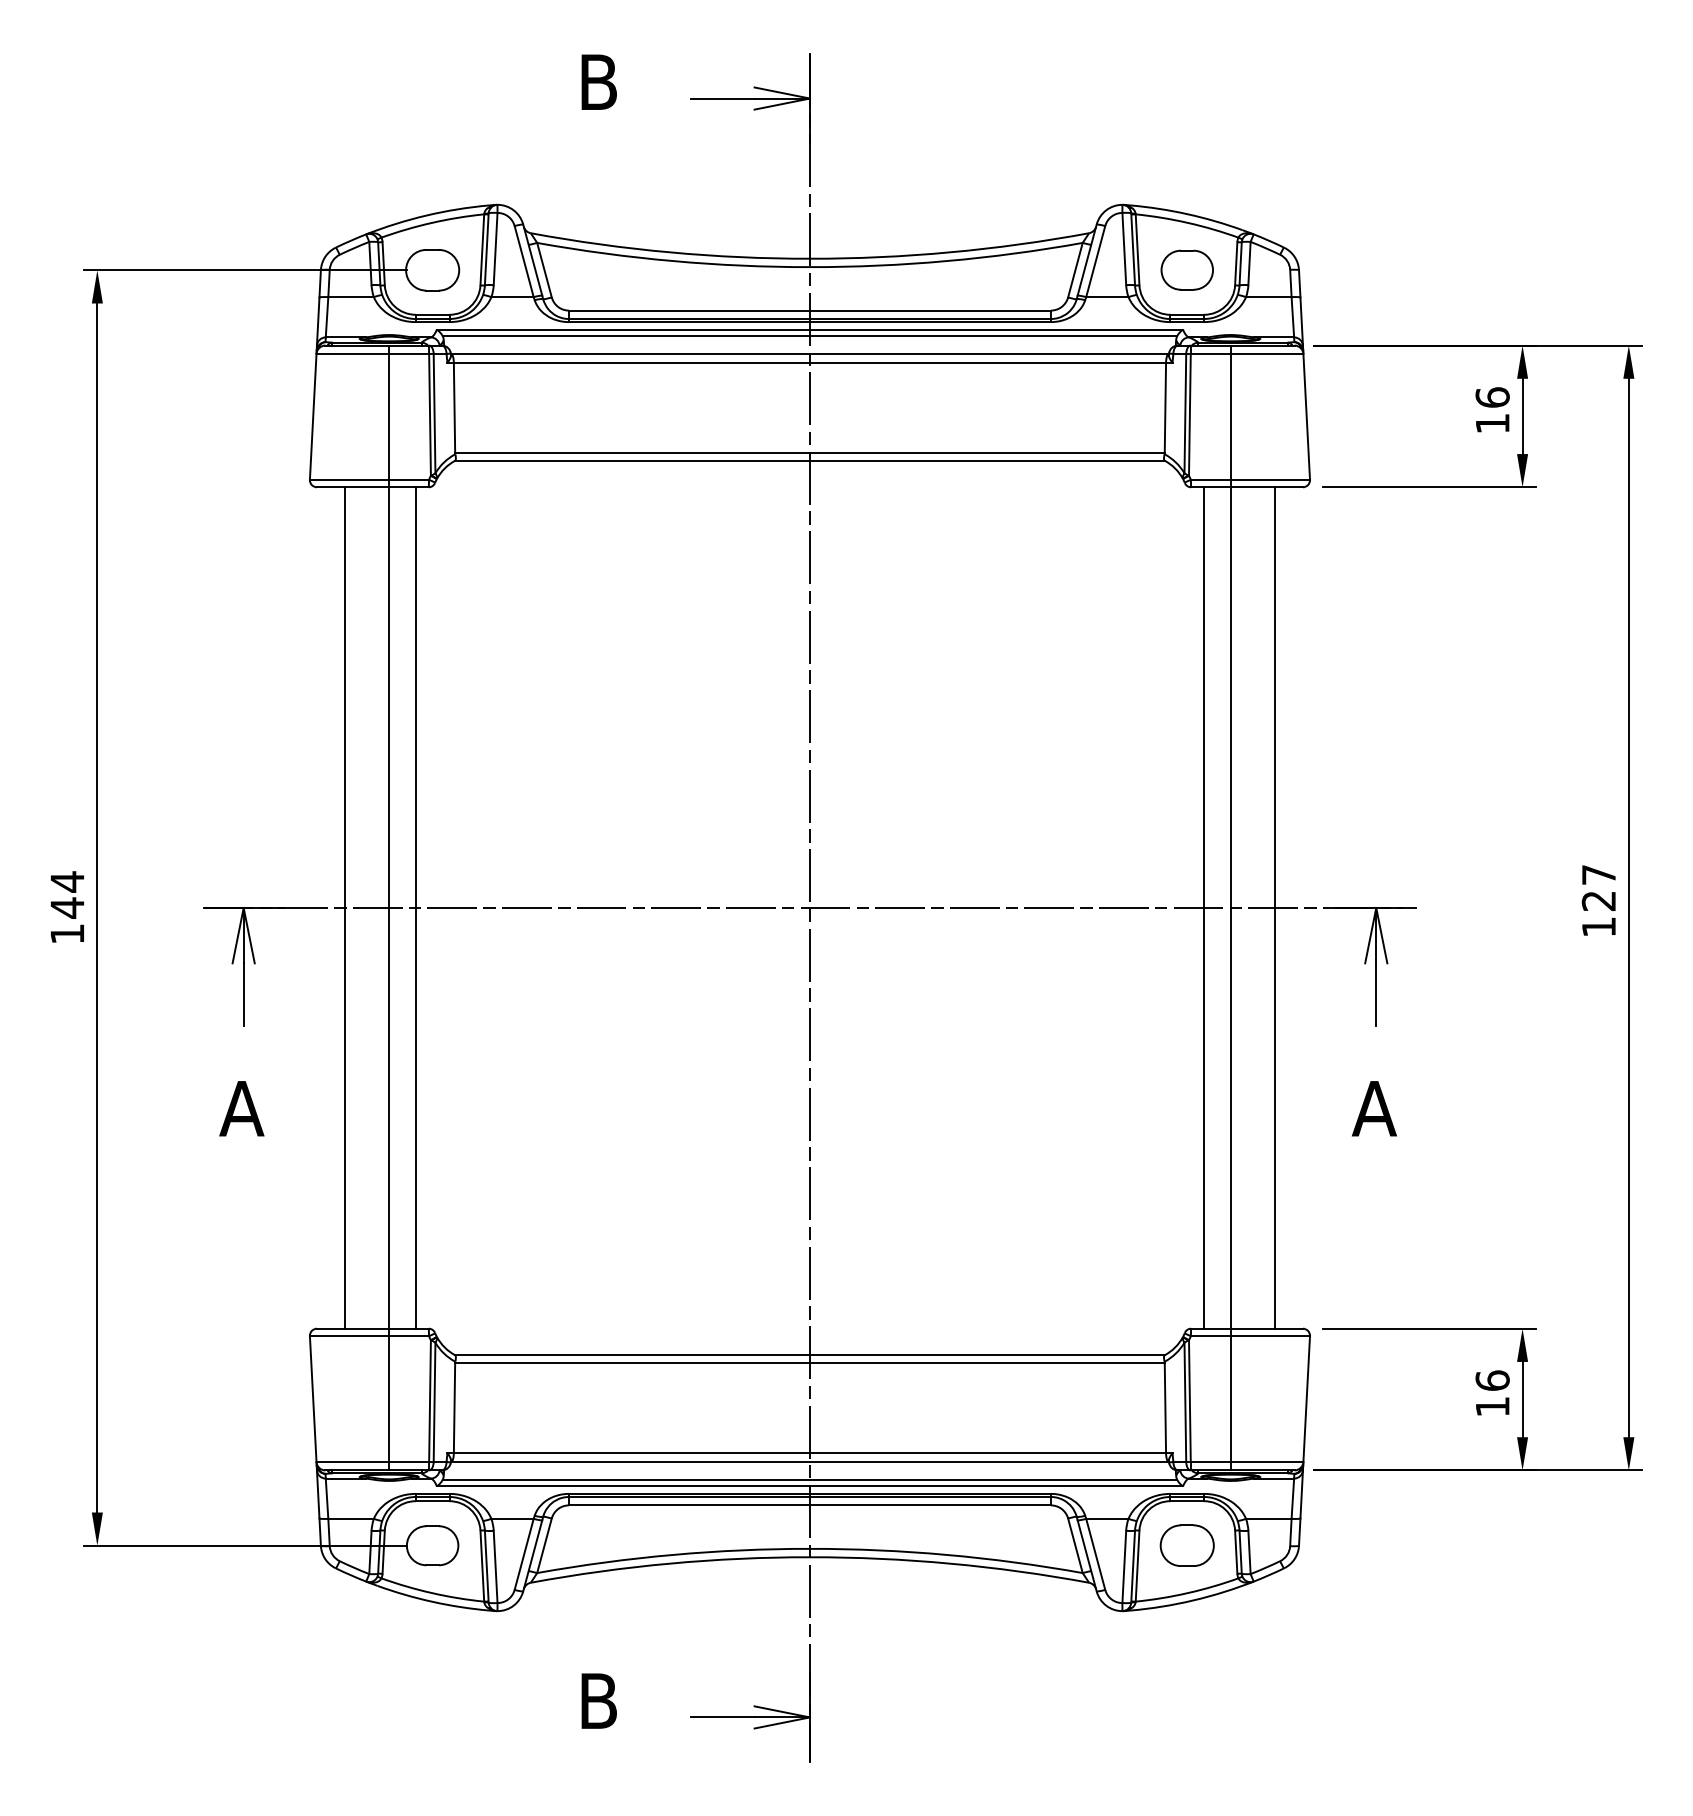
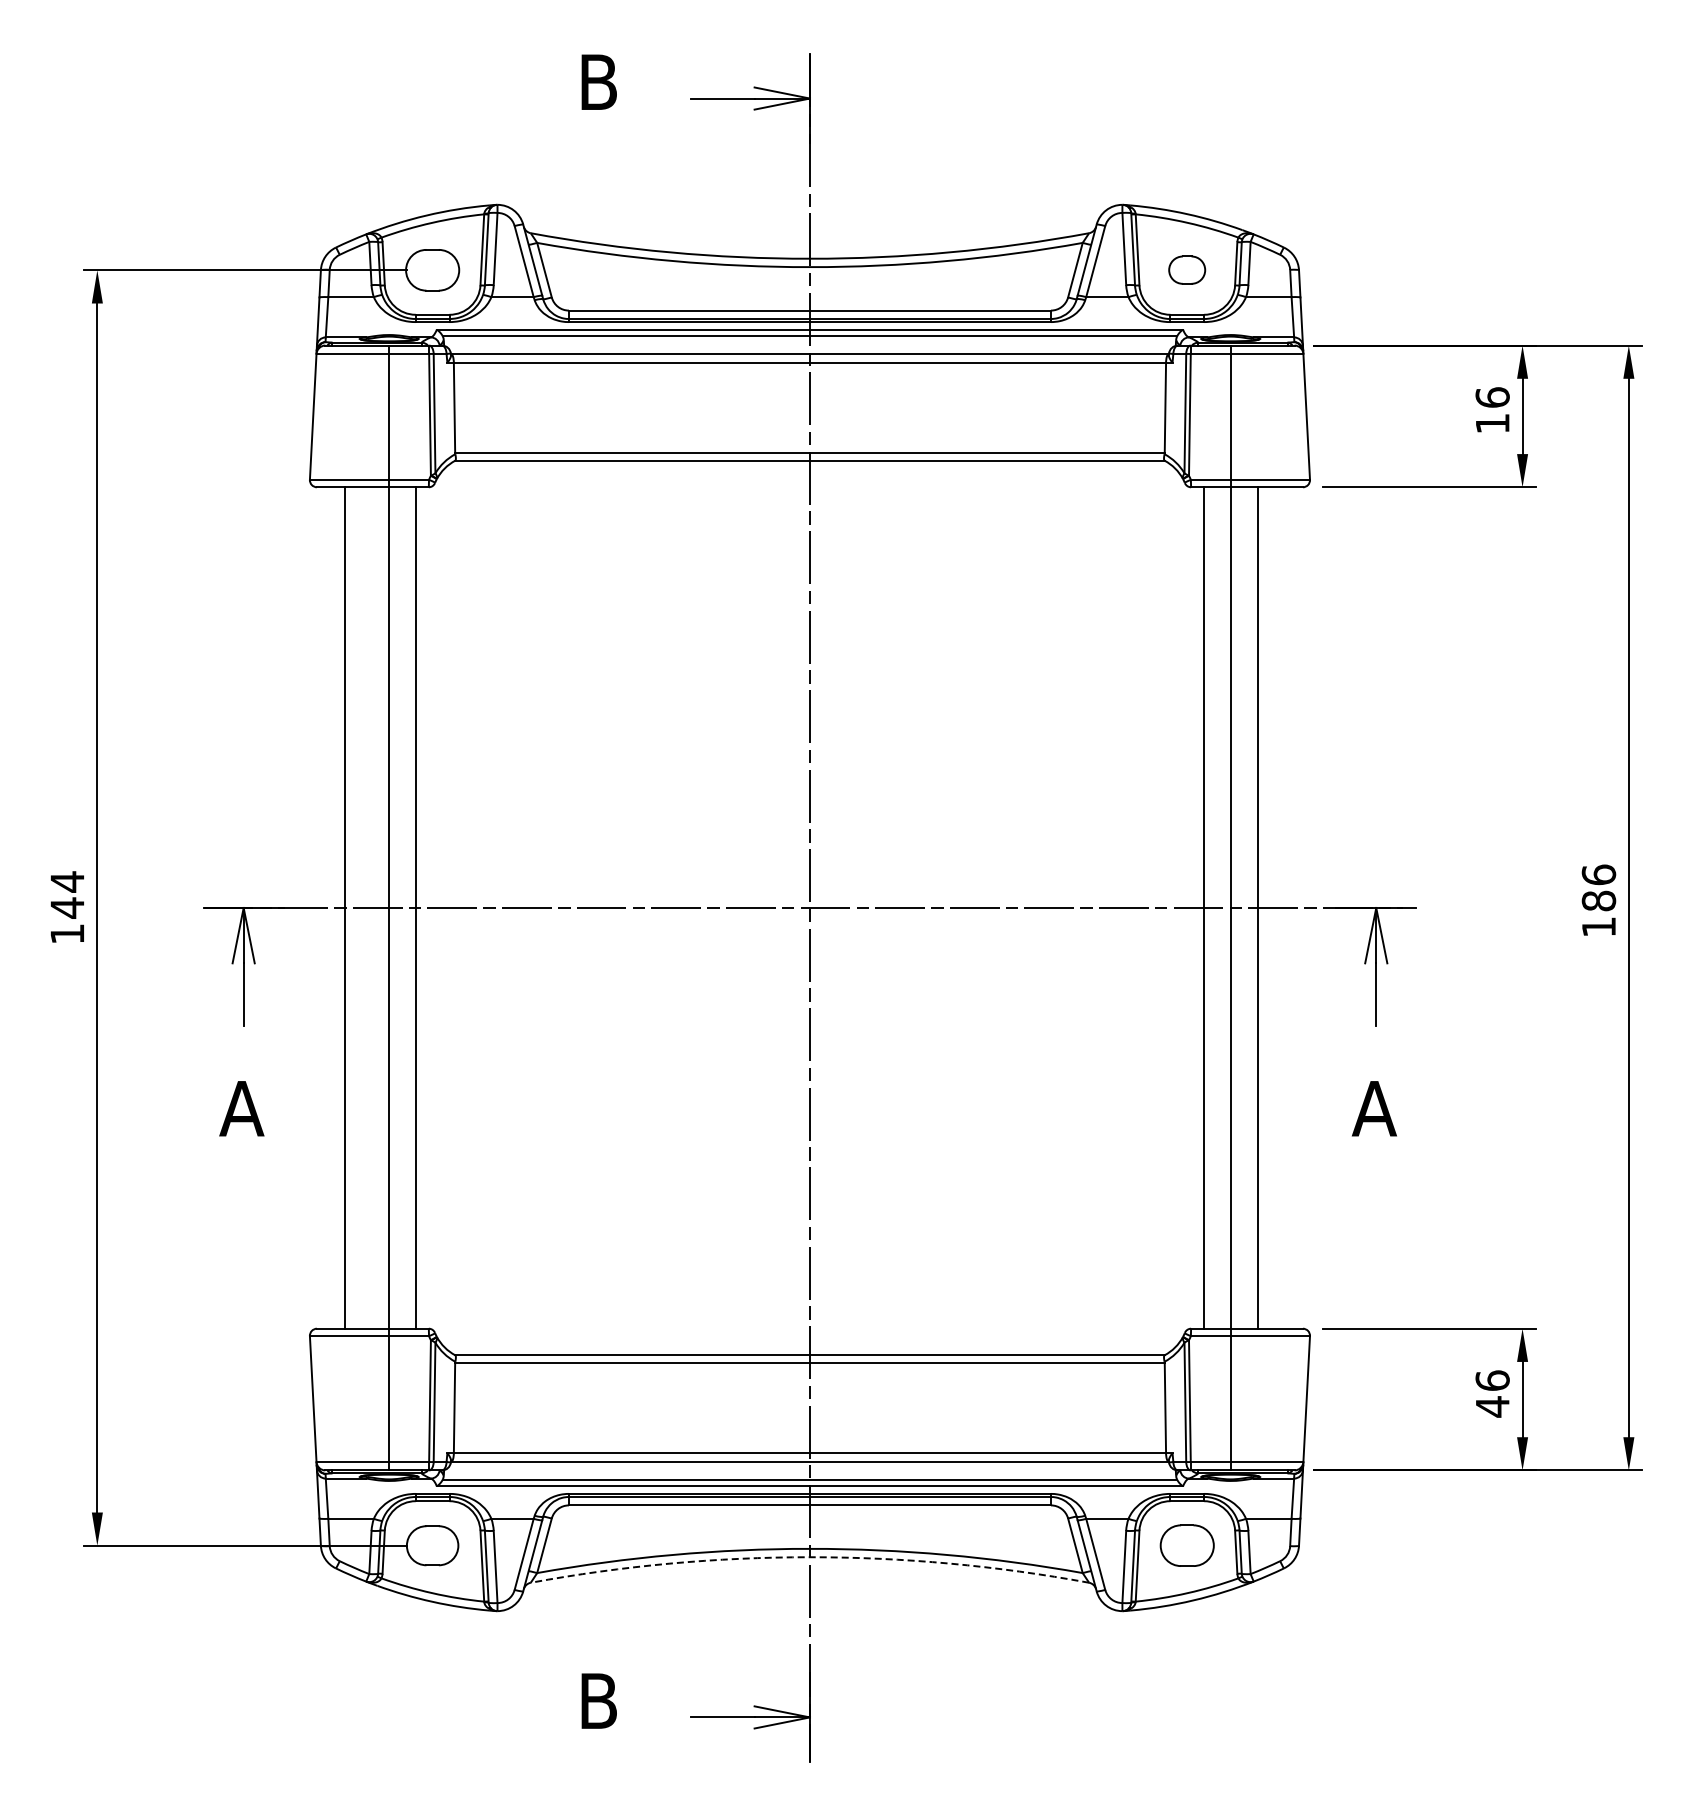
part at (1186, 269) size: 54x42 px -> 39x30 px
text at (1598, 887): 127 -> 186
line at (1274, 907) position: (1274, 907) -> (1257, 907)
text at (1492, 1406): 16 -> 46
arc at (809, 1557): solid -> dashed
